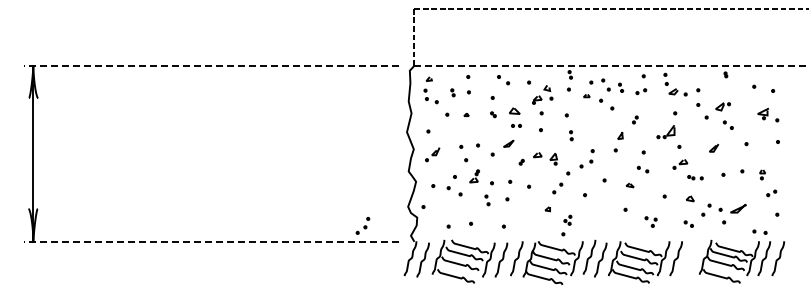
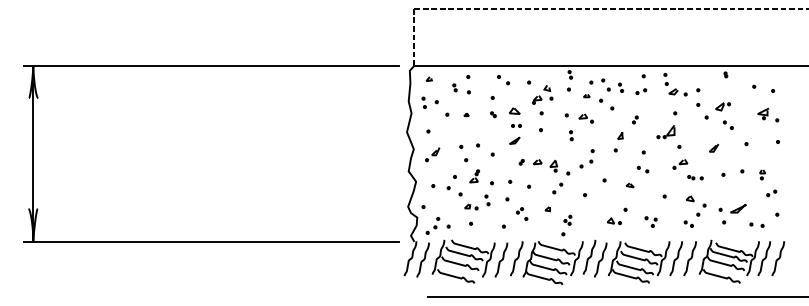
line at (211, 65): dashed -> solid
line at (611, 65): dashed -> solid
part at (452, 92) position: (452, 92) -> (454, 87)
part at (425, 94) position: (425, 94) -> (423, 102)
part at (585, 118): none -> present
line at (508, 143) position: (508, 143) -> (514, 140)
part at (545, 158) position: (545, 158) -> (545, 165)
part at (471, 206): none -> present
part at (706, 209) position: (706, 209) -> (701, 209)
part at (521, 213): none -> present
part at (614, 221): none -> present
part at (362, 225) position: (362, 225) -> (432, 225)
part at (759, 231) position: (759, 231) -> (756, 224)
line at (211, 241): dashed -> solid
curve at (689, 258): none -> present
line at (616, 297): none -> present
